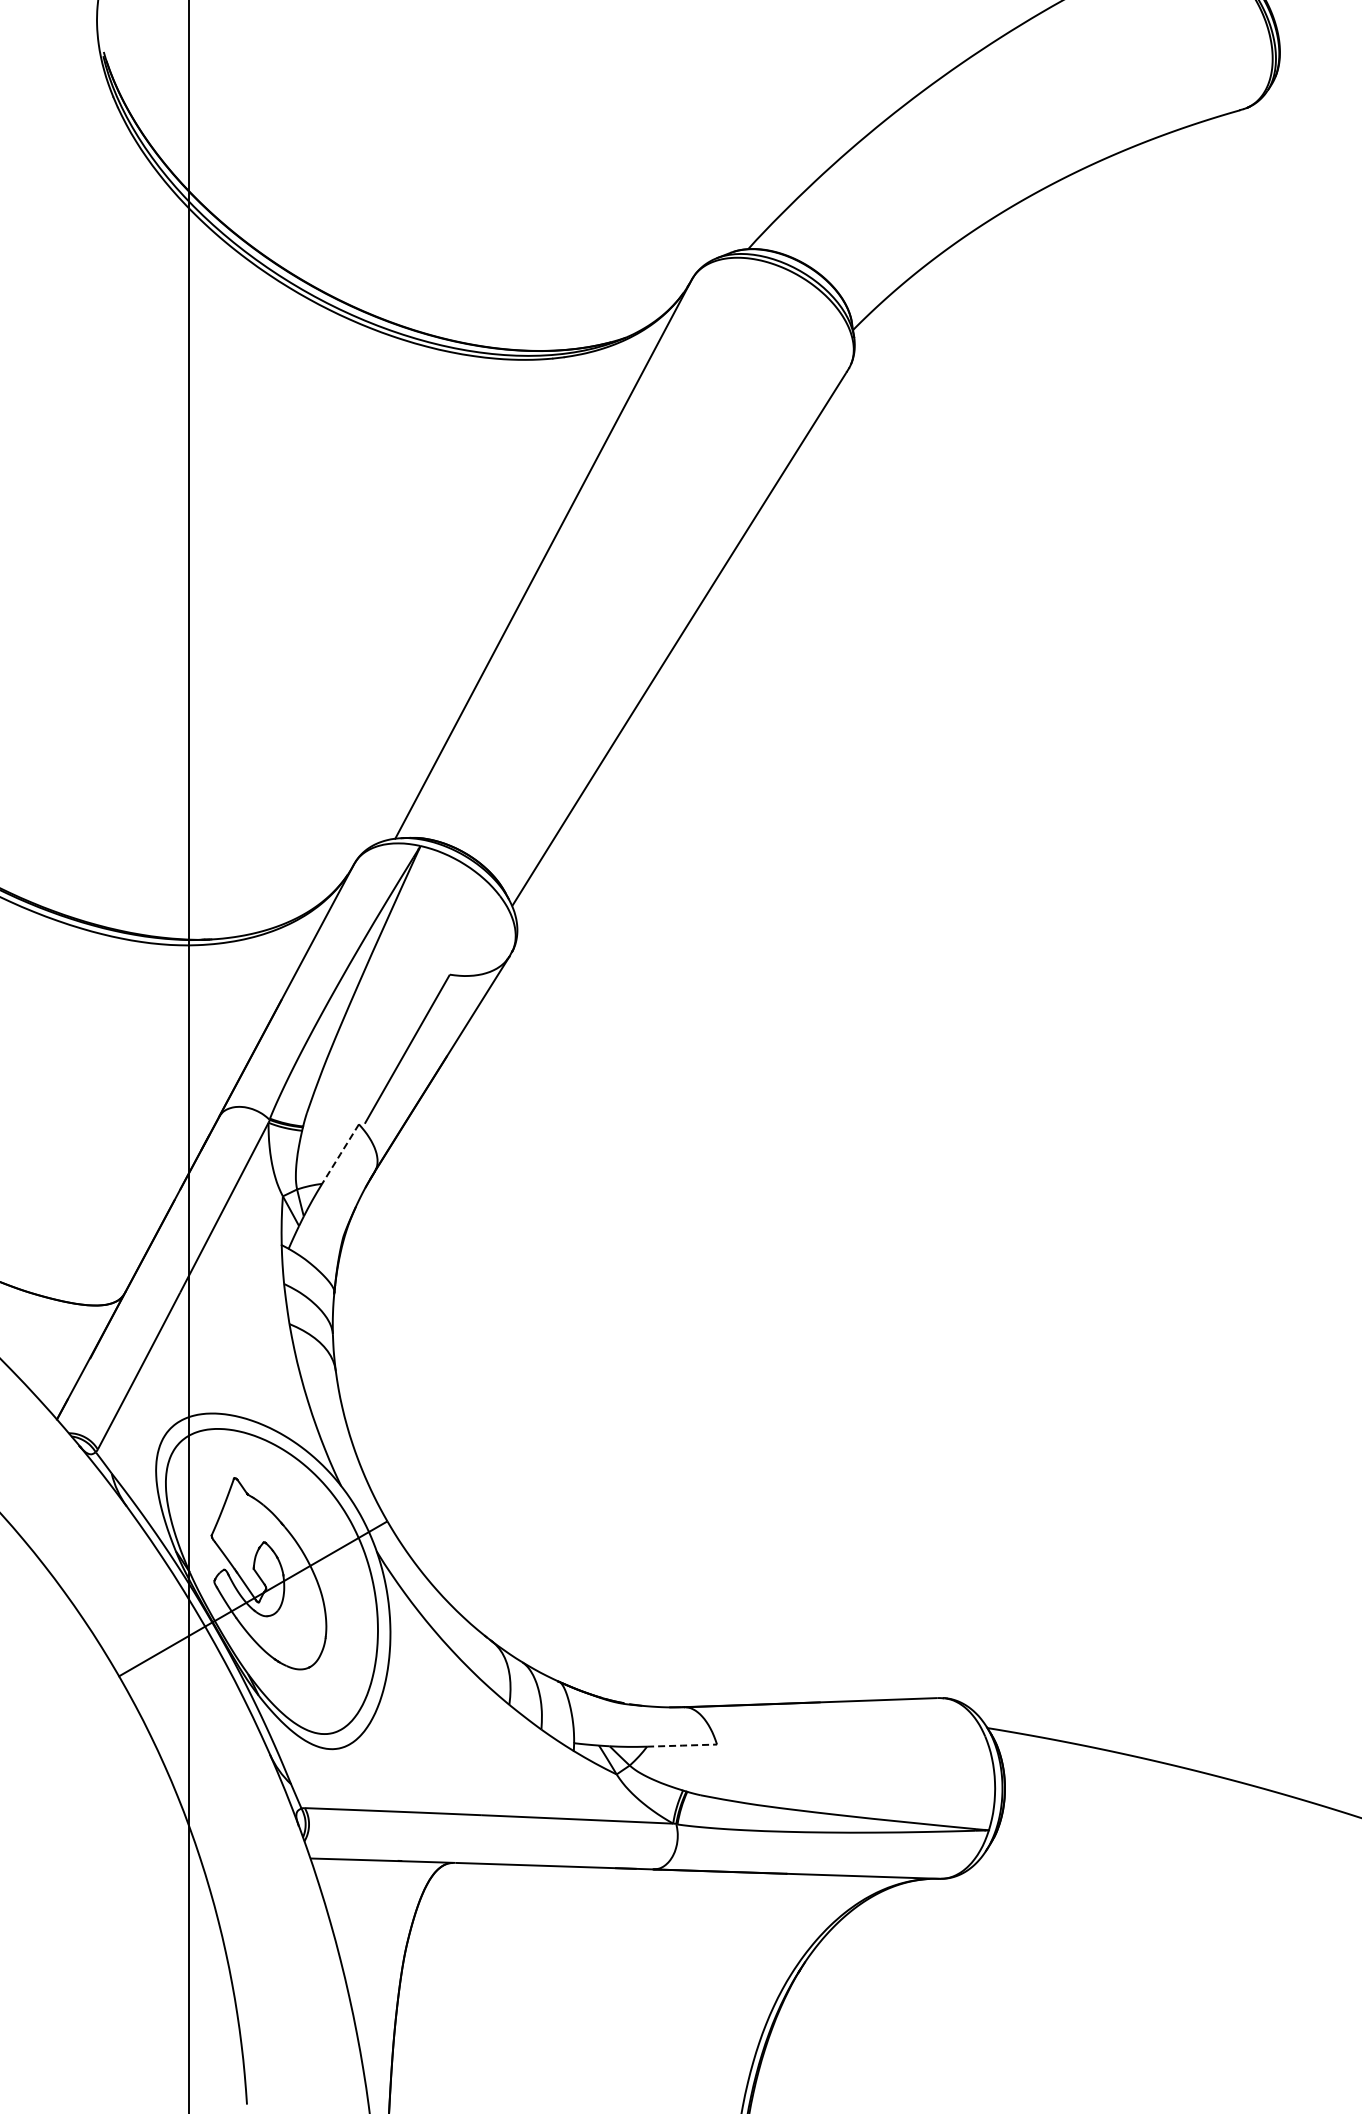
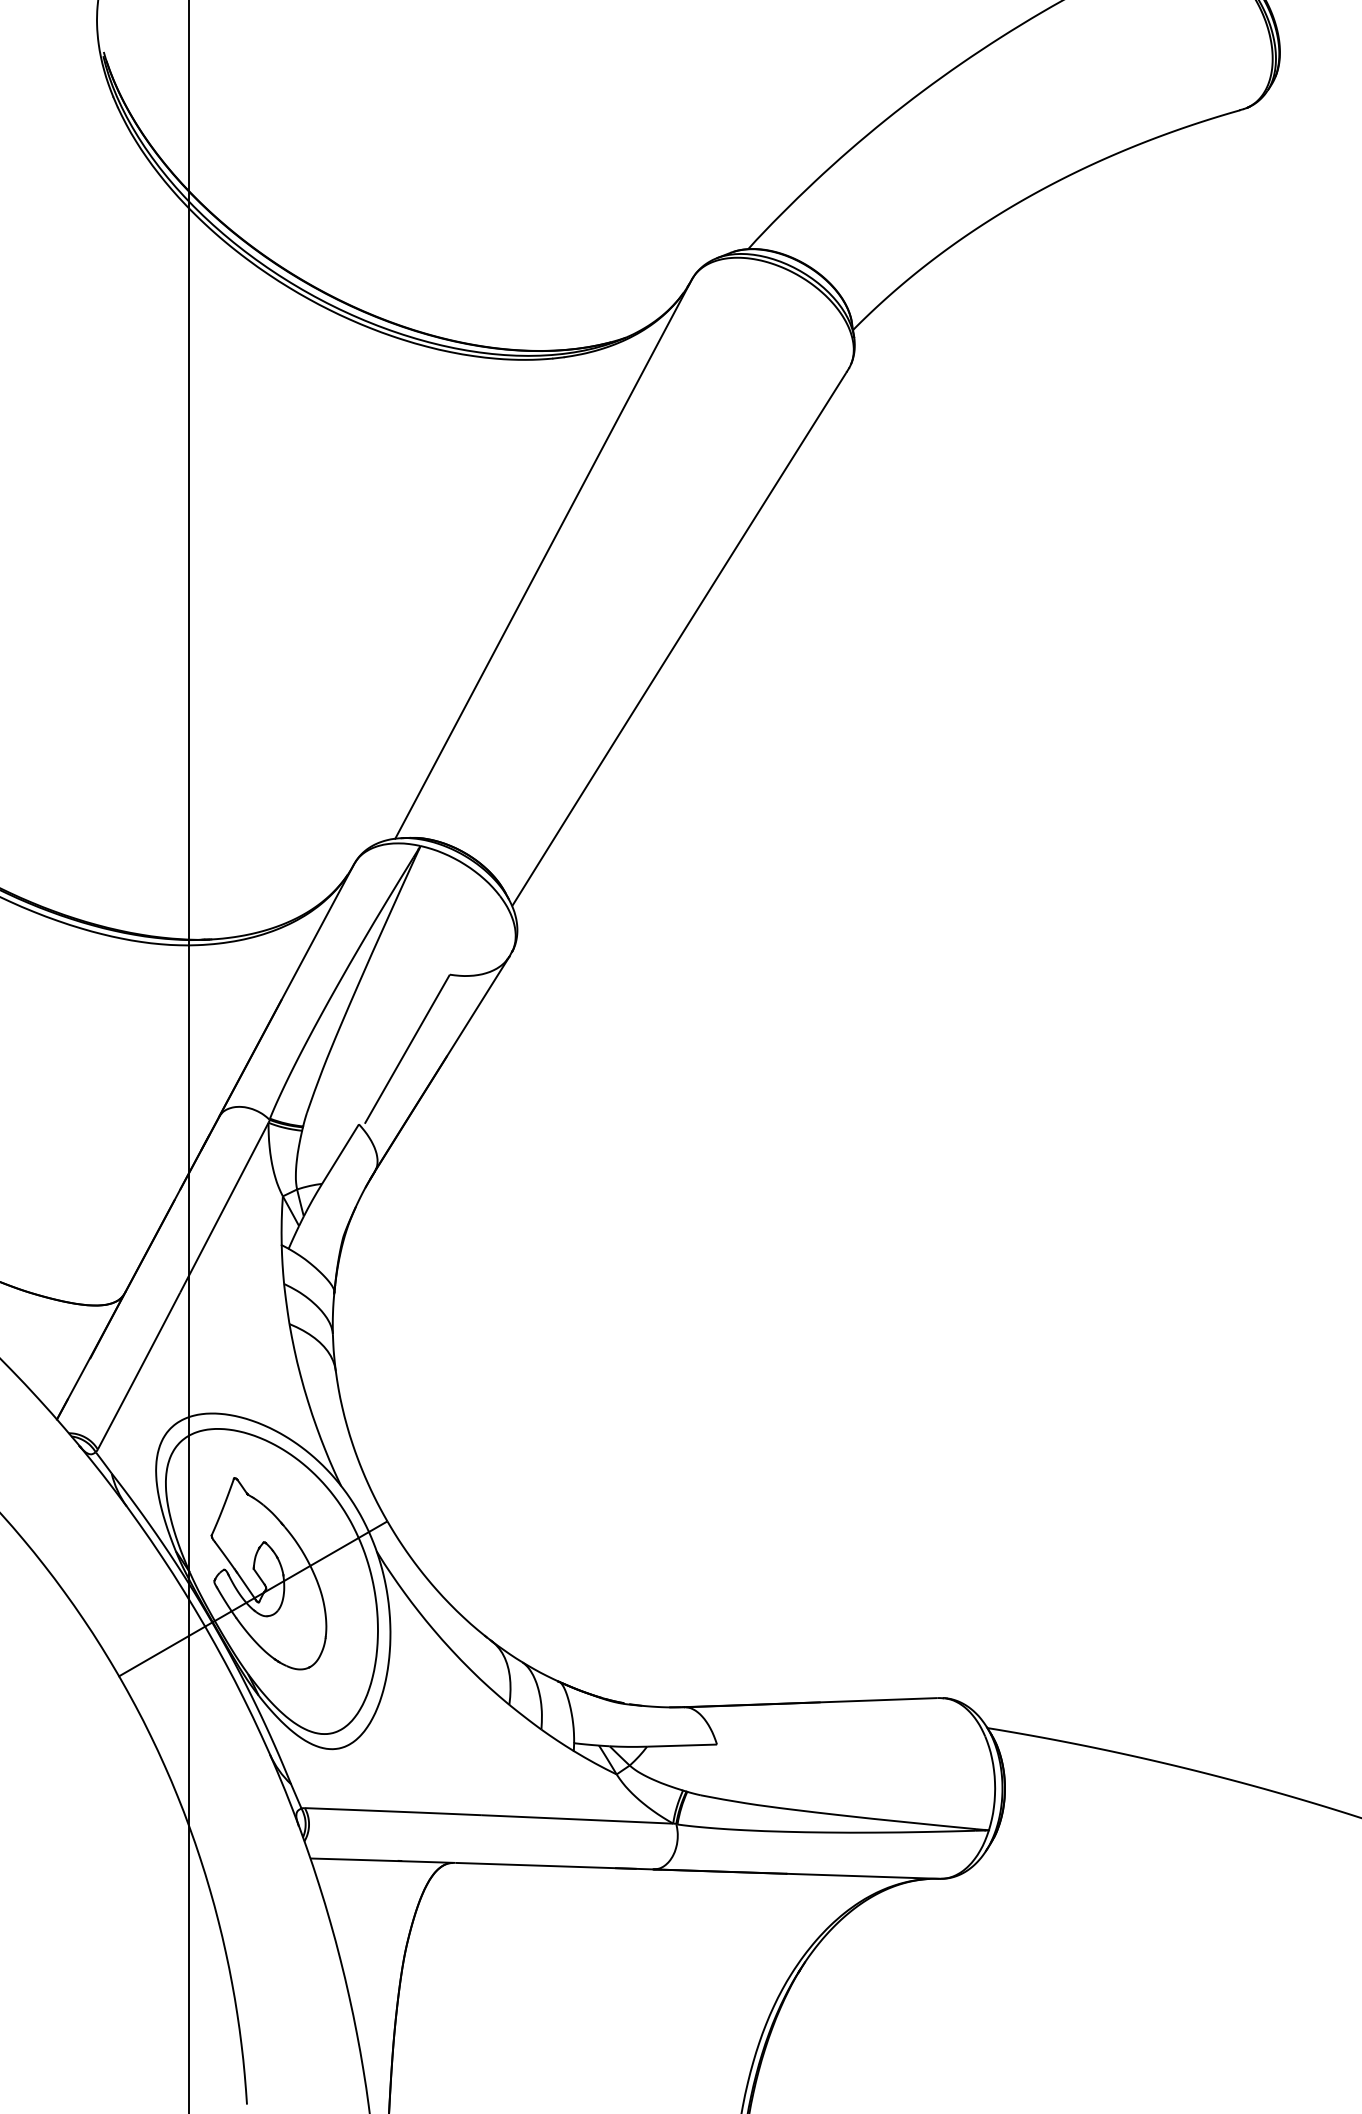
line at (340, 1154): dashed -> solid
line at (682, 1745): dashed -> solid
